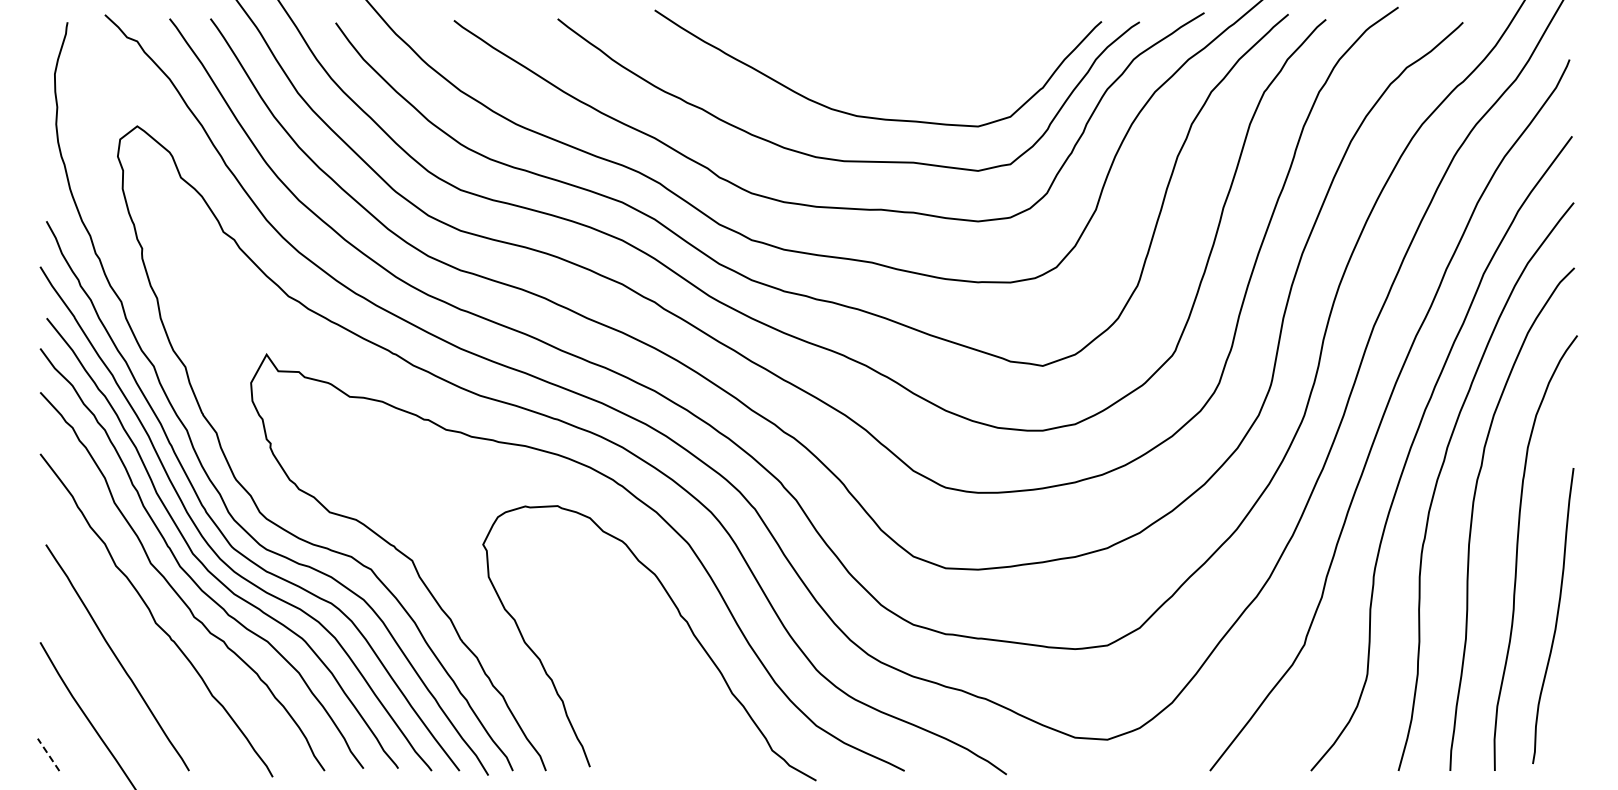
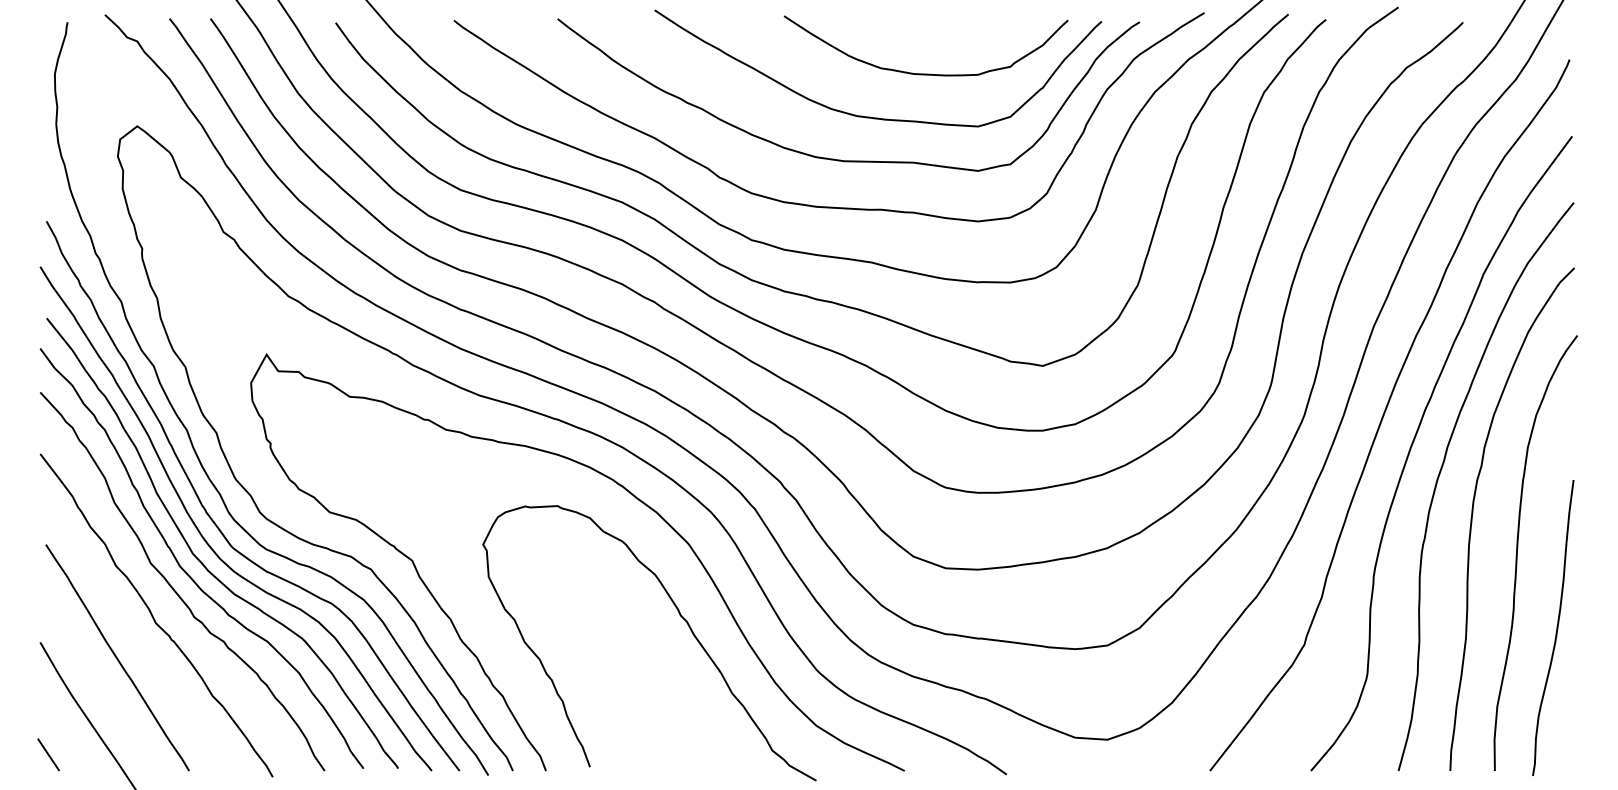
curve at (925, 73): none -> present
curve at (1556, 615) position: (1556, 615) -> (1556, 627)
line at (48, 754): dashed -> solid
